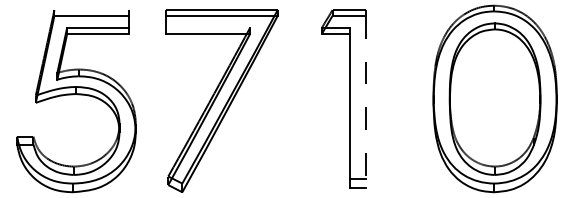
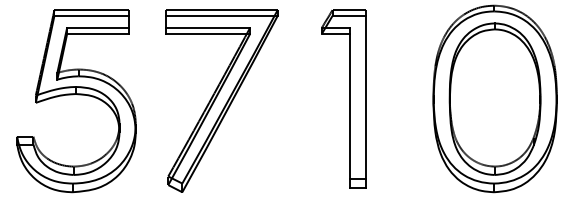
line at (91, 10): none -> present
line at (208, 27): none -> present
line at (366, 102): dashed -> solid
